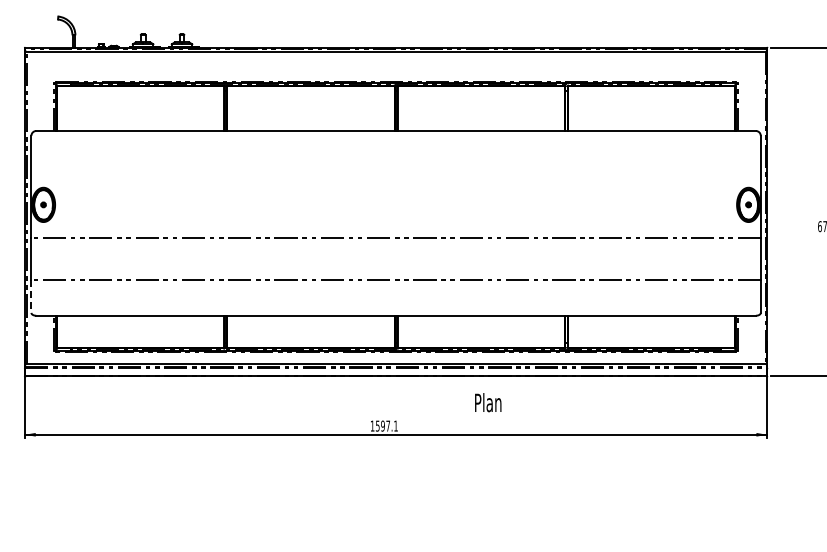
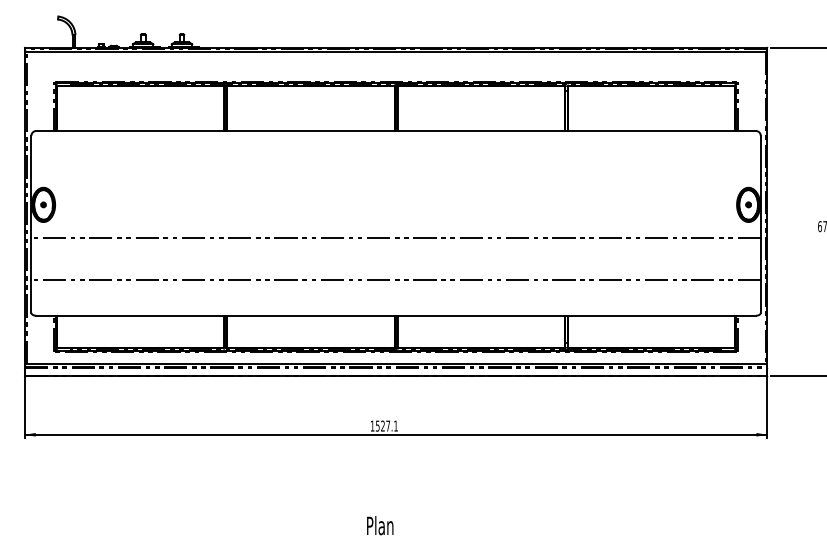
line at (31, 297): dashed -> solid
text at (488, 402) position: (488, 402) -> (380, 525)
text at (382, 425): 1597.1 -> 1527.1
